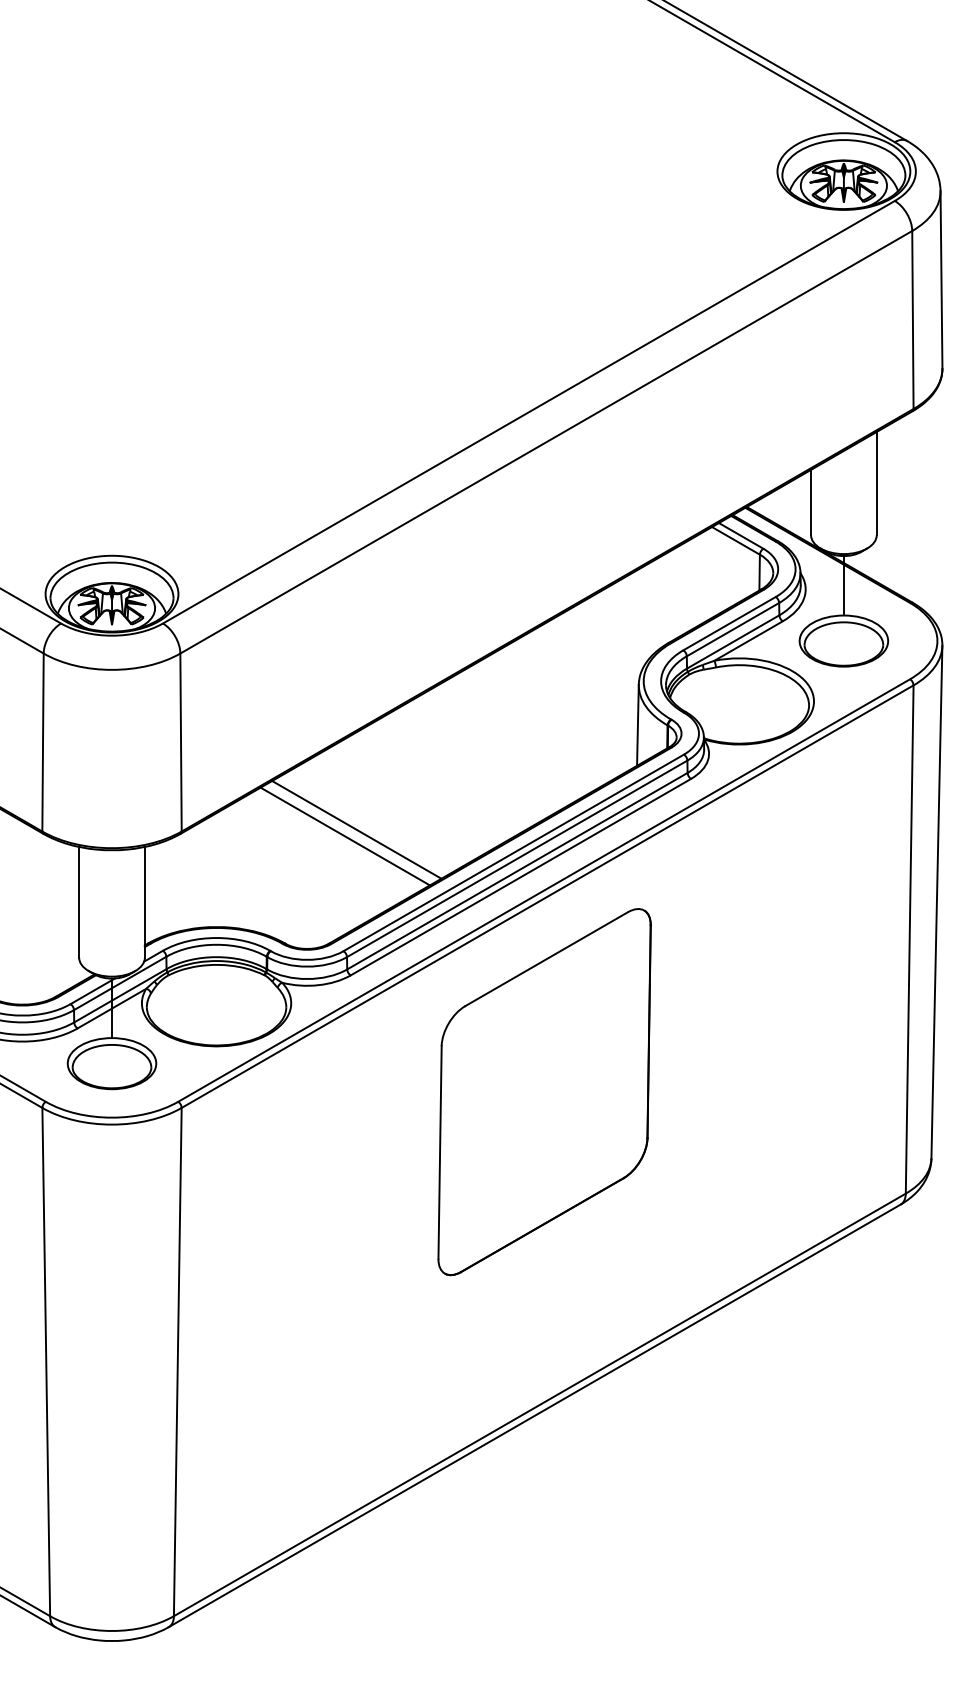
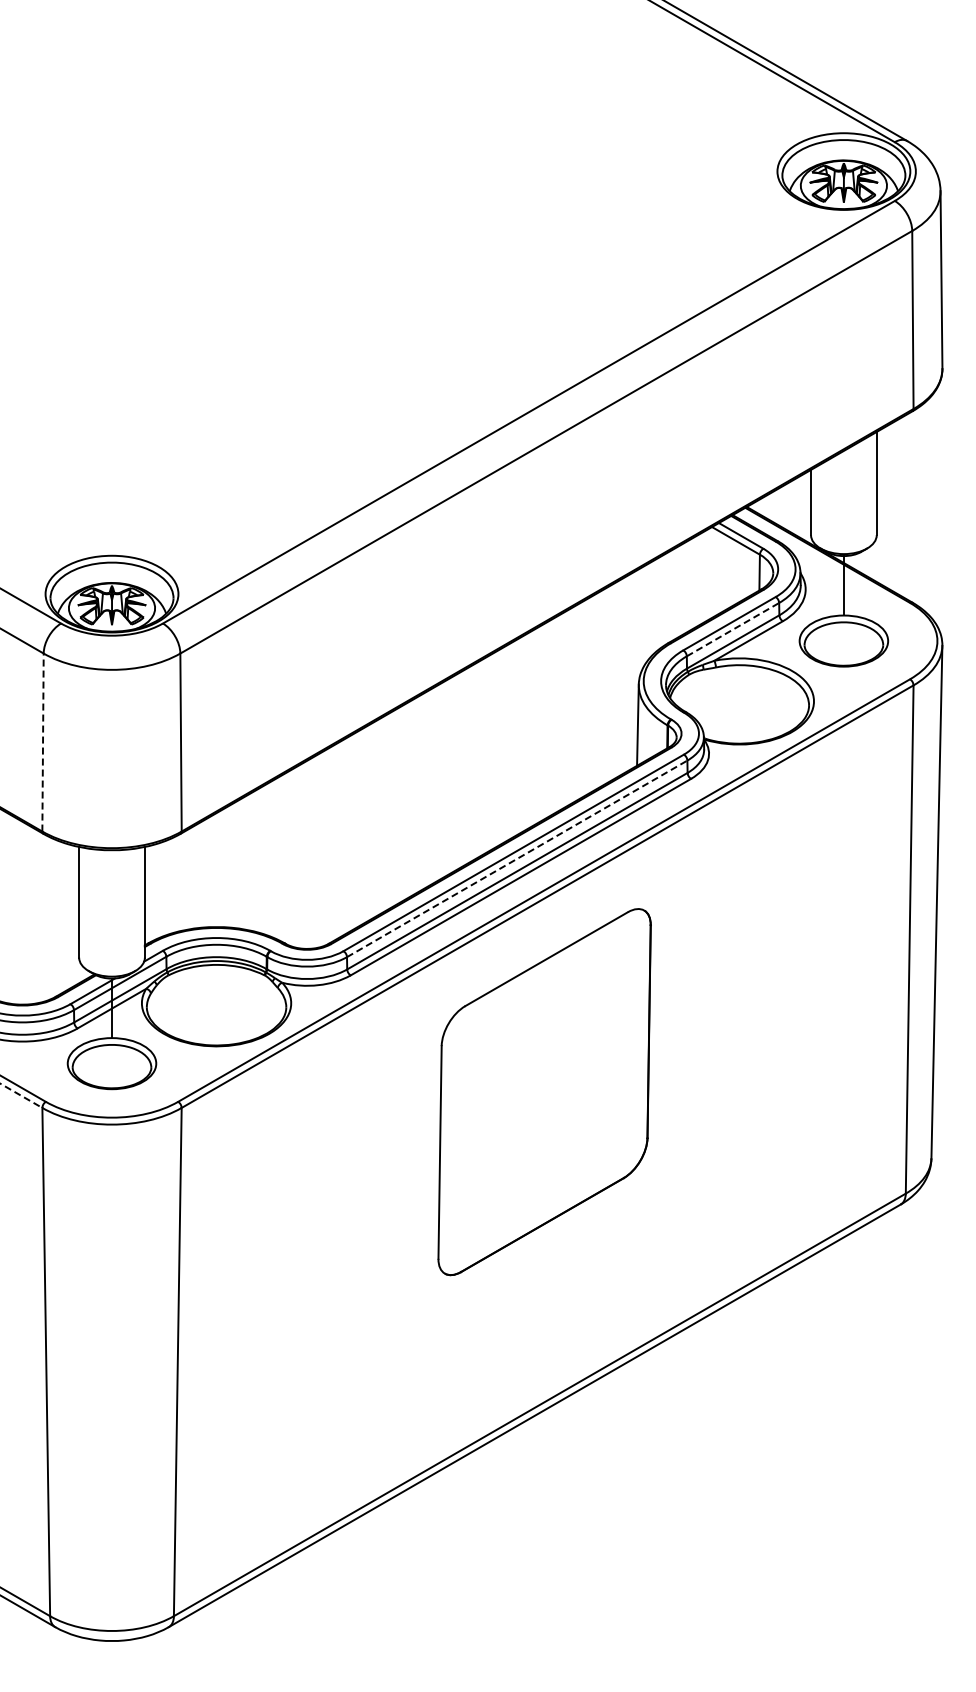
line at (733, 629): solid -> dashed
line at (43, 742): solid -> dashed
line at (356, 829): present -> none
line at (344, 836): present -> none
line at (517, 858): solid -> dashed
line at (21, 1095): solid -> dashed
